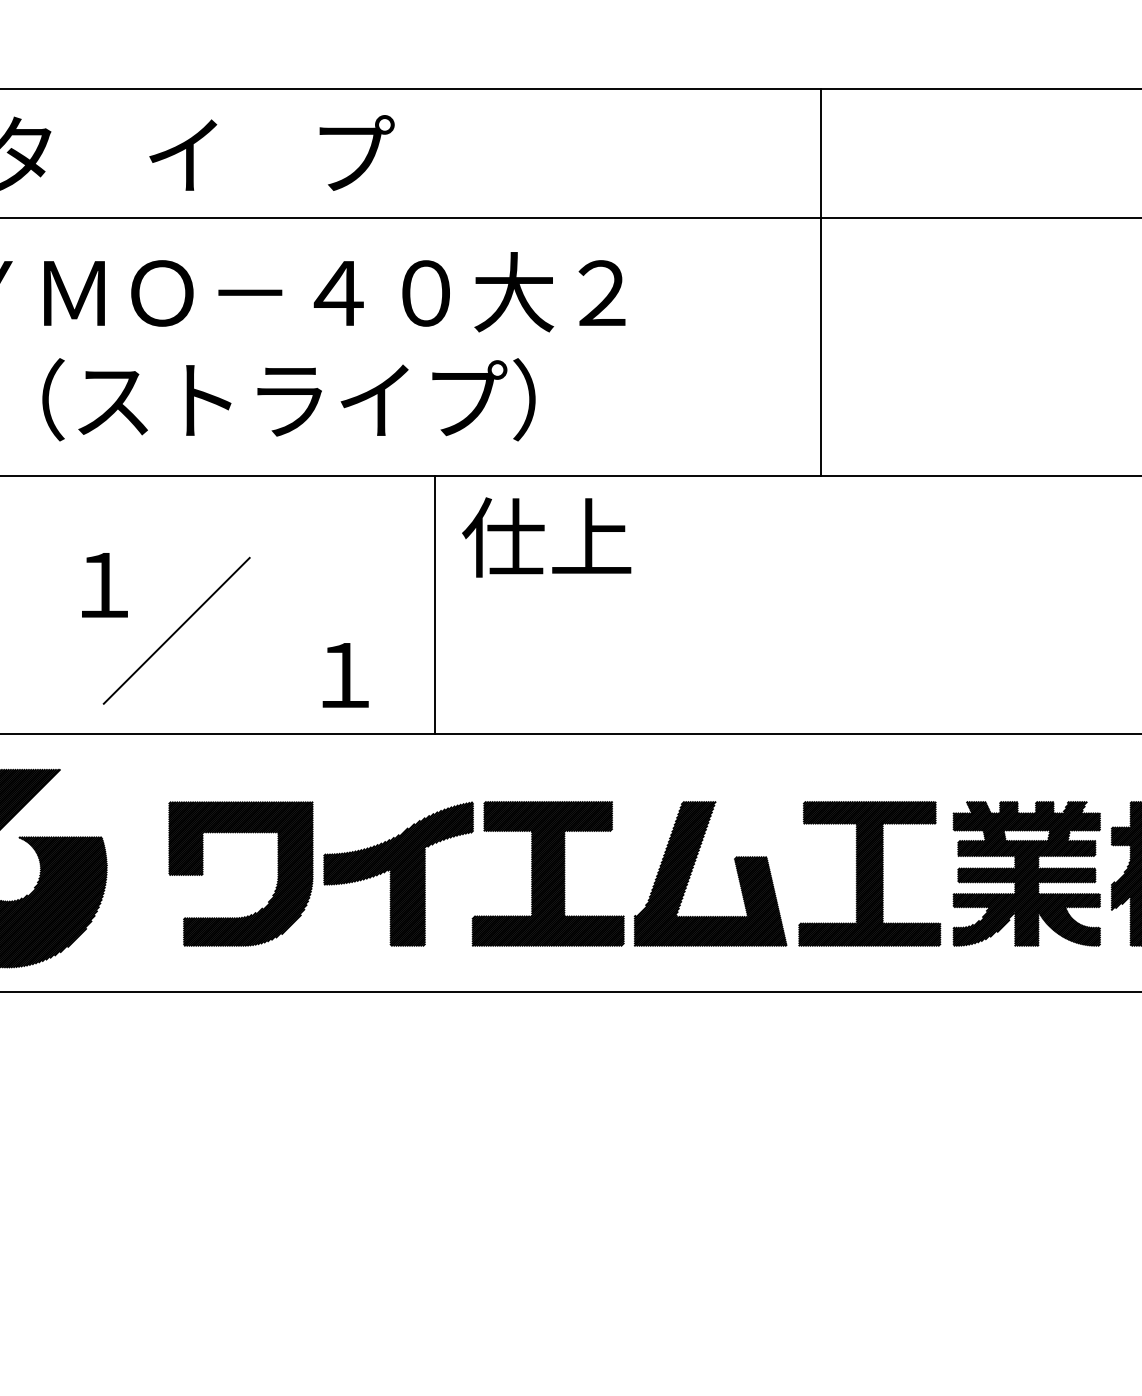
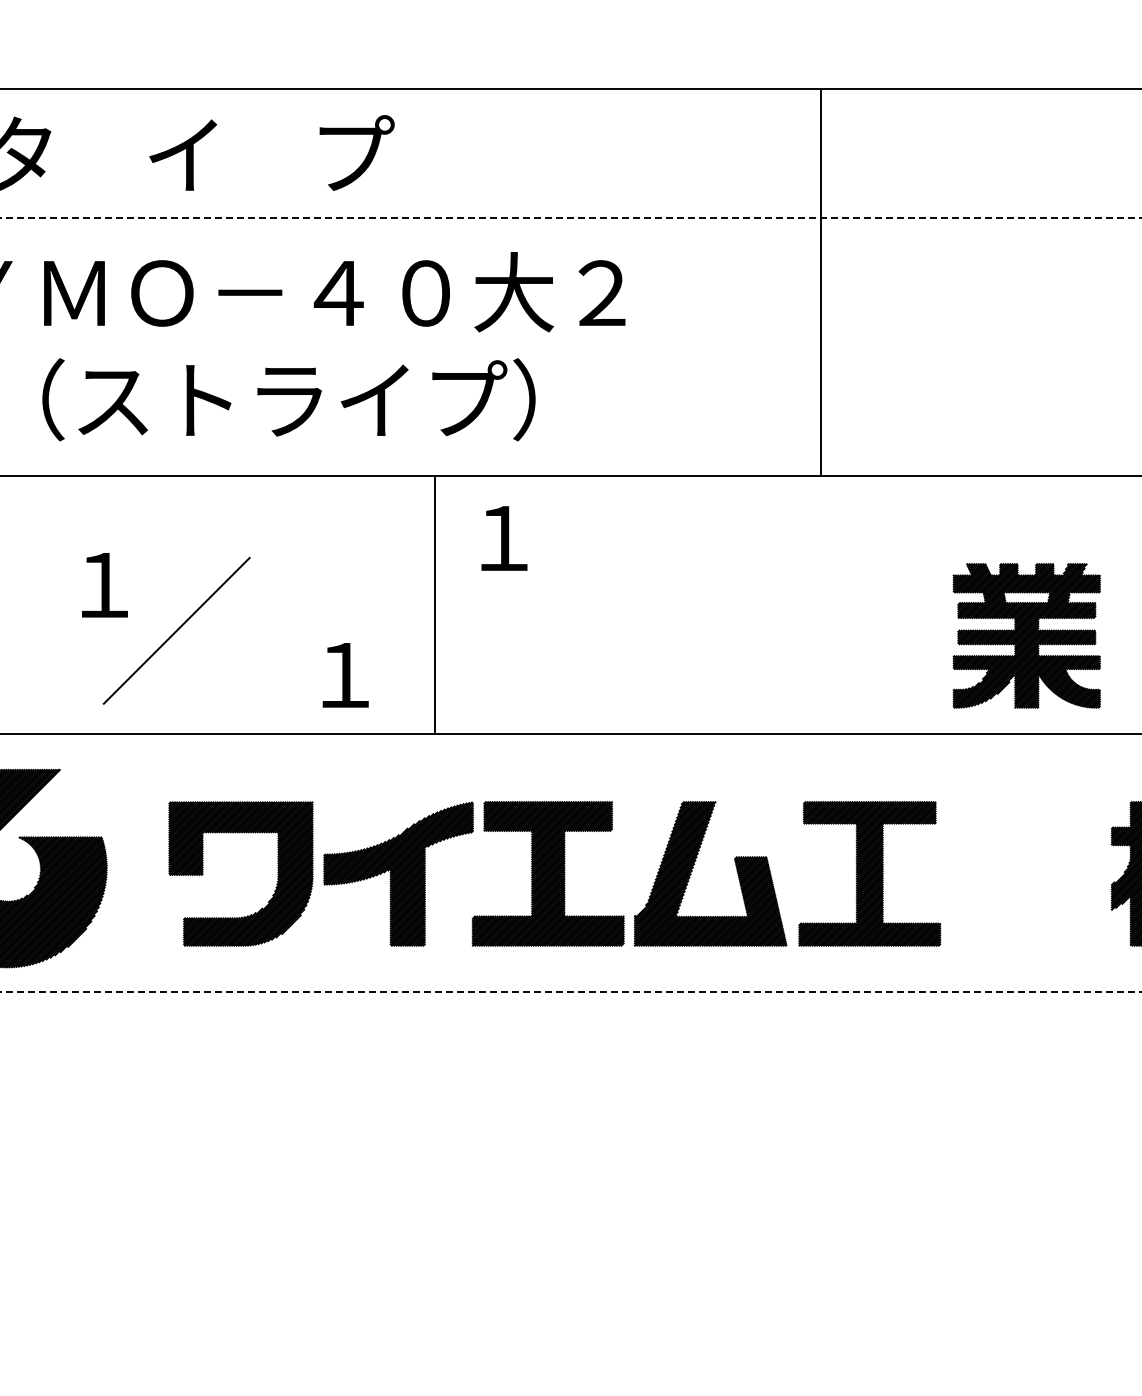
line at (571, 218): solid -> dashed
text at (546, 537): 仕上 -> １
part at (1026, 873) position: (1026, 873) -> (1026, 635)
line at (571, 991): solid -> dashed
